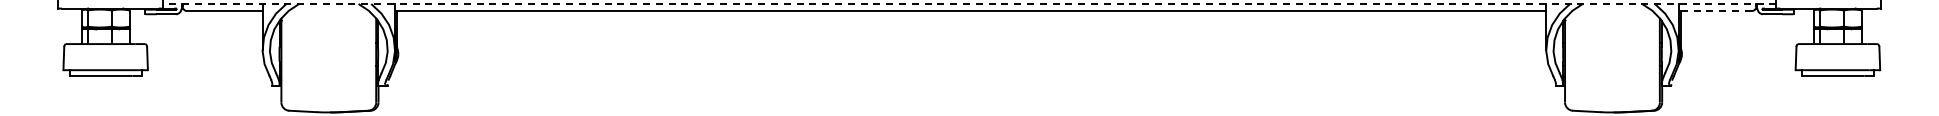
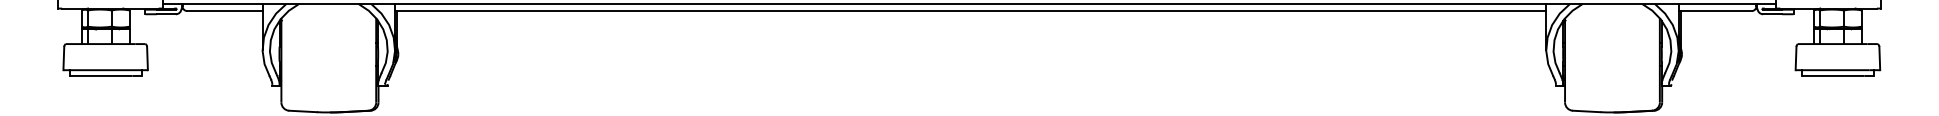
line at (969, 3): dashed -> solid
line at (1715, 11): dashed -> solid
